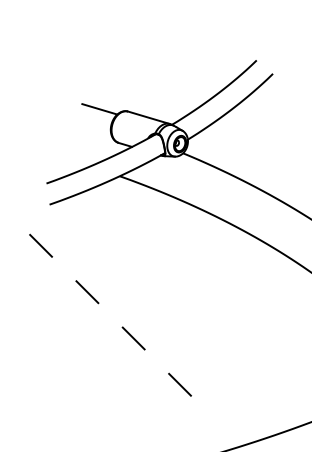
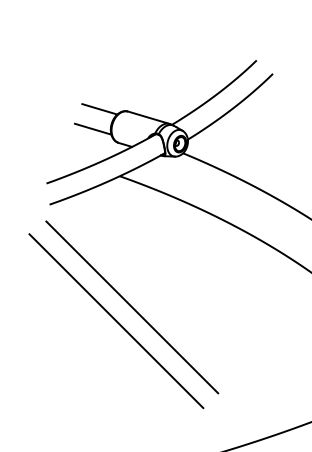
line at (92, 128): none -> present
line at (132, 307): none -> present
line at (116, 321): dashed -> solid
